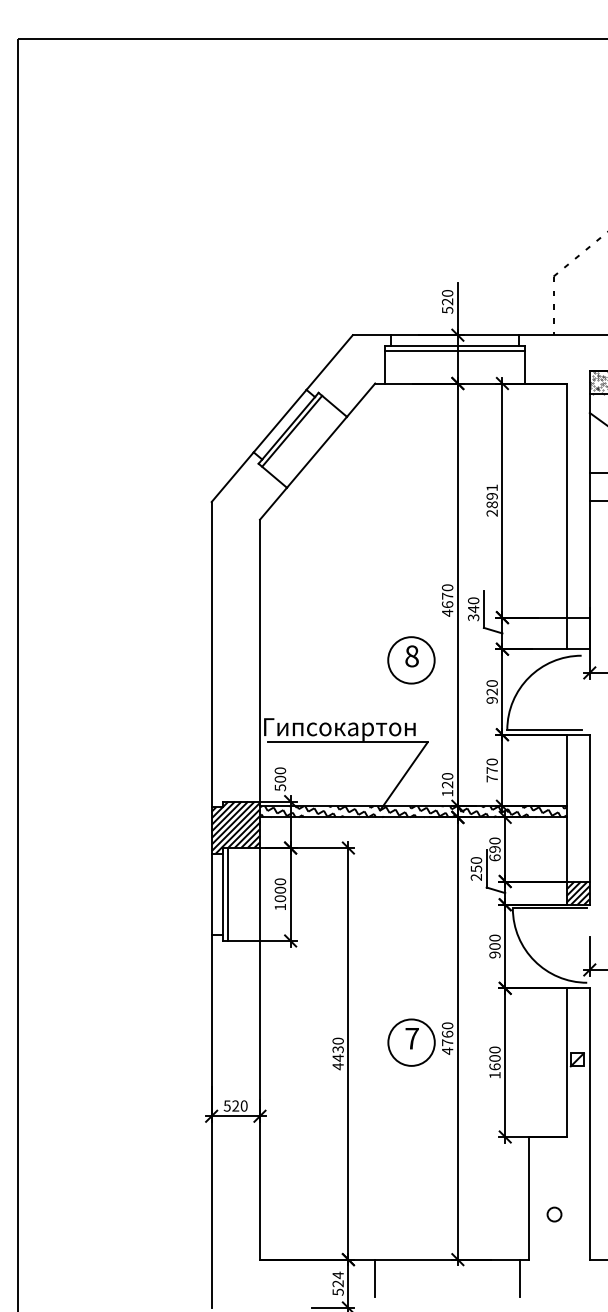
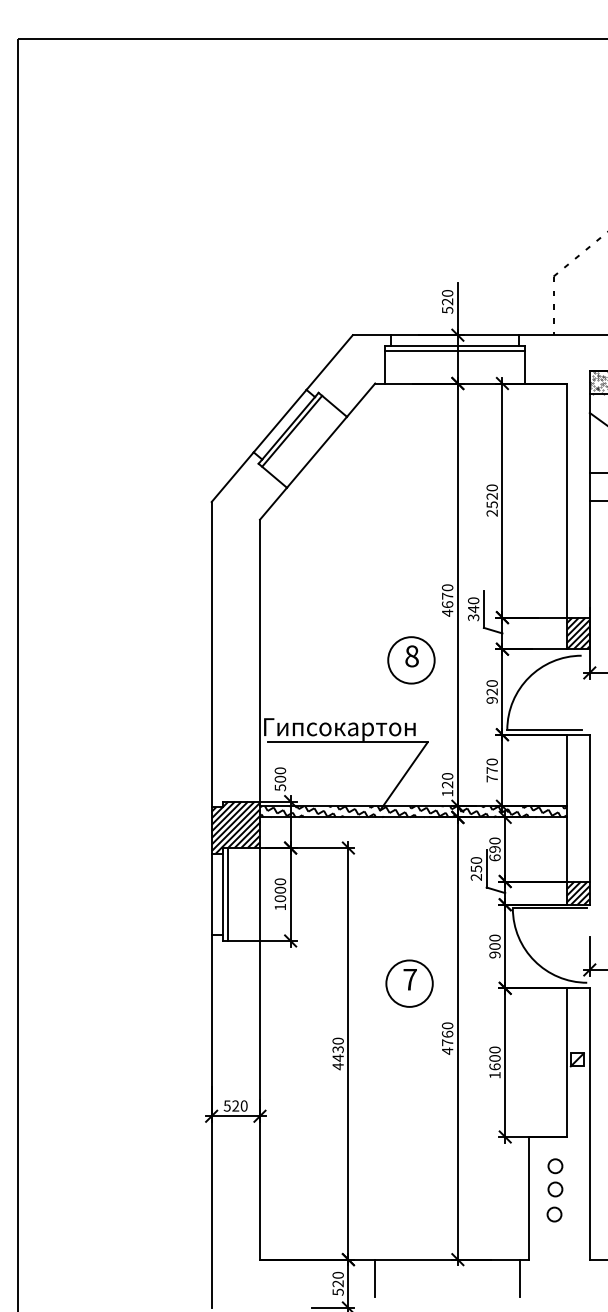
text at (491, 496): 2891 -> 2520
hatch at (577, 633): none -> present
part at (411, 1042) position: (411, 1042) -> (409, 983)
part at (555, 1177): none -> present
text at (337, 1275): 524 -> 520
